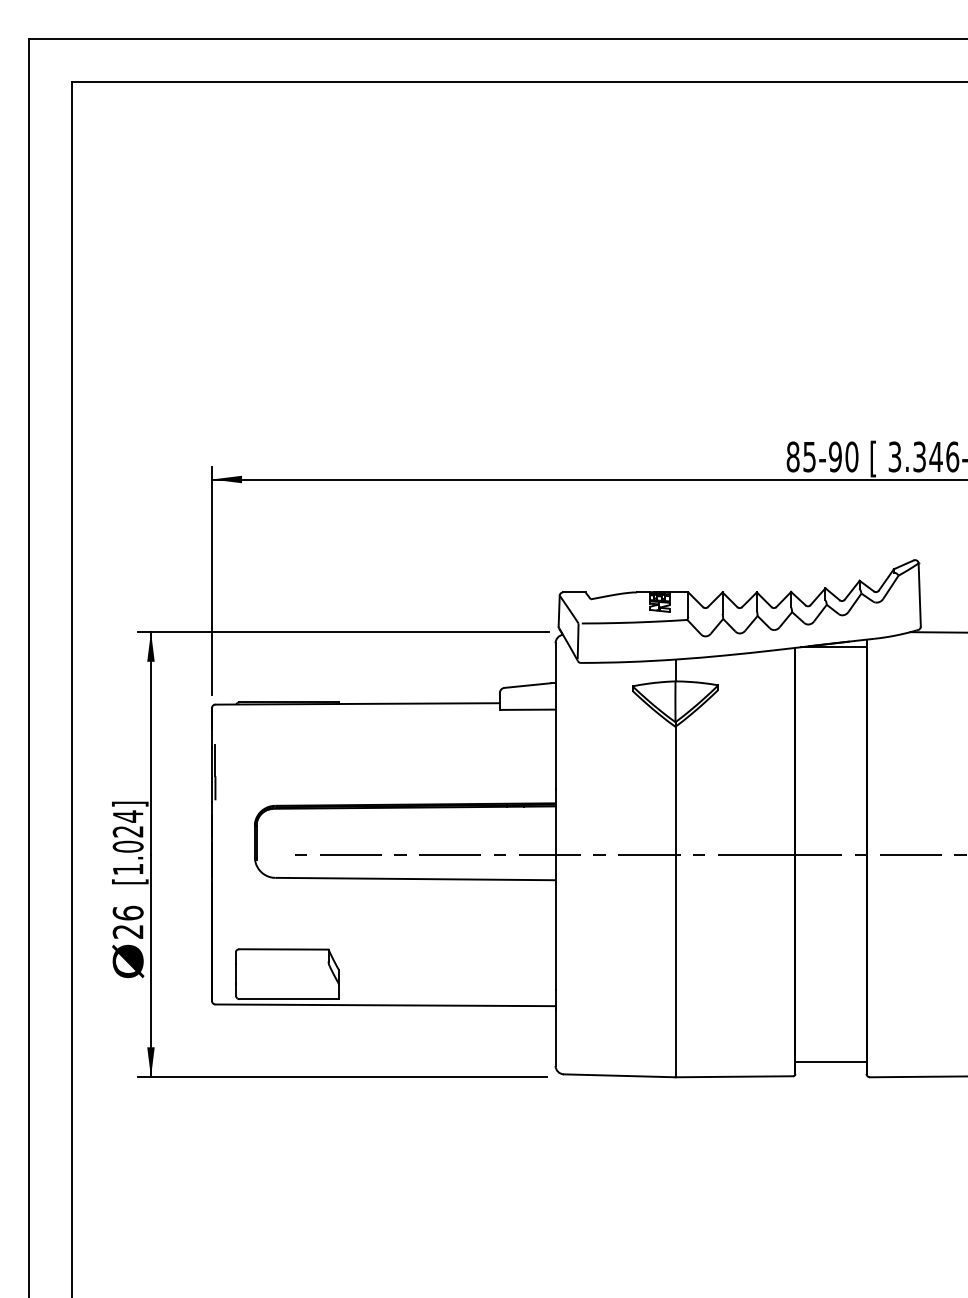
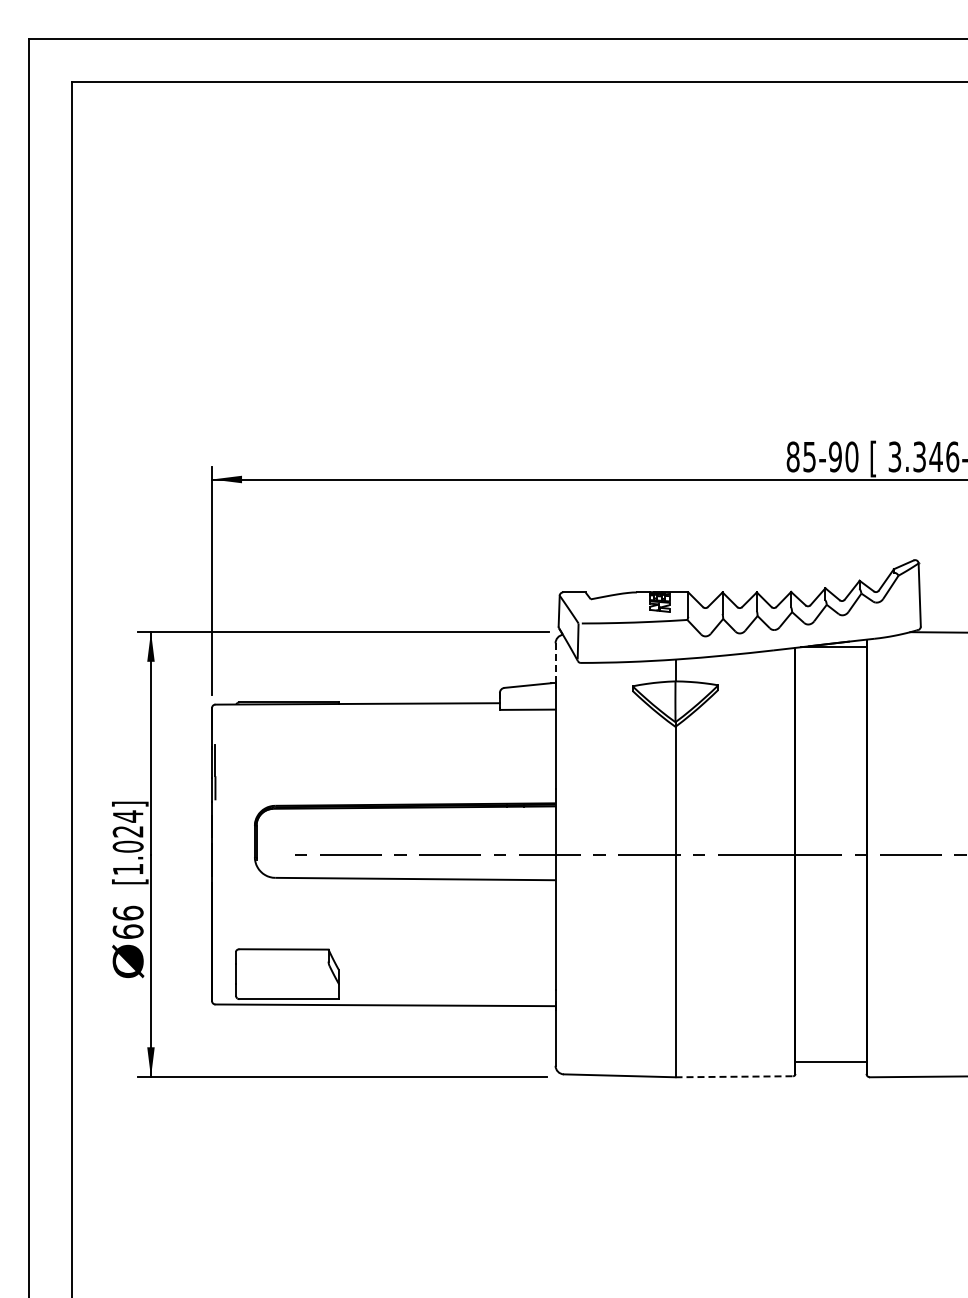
line at (555, 662): solid -> dashed
text at (127, 931): 26 -> 66
line at (734, 1076): solid -> dashed
